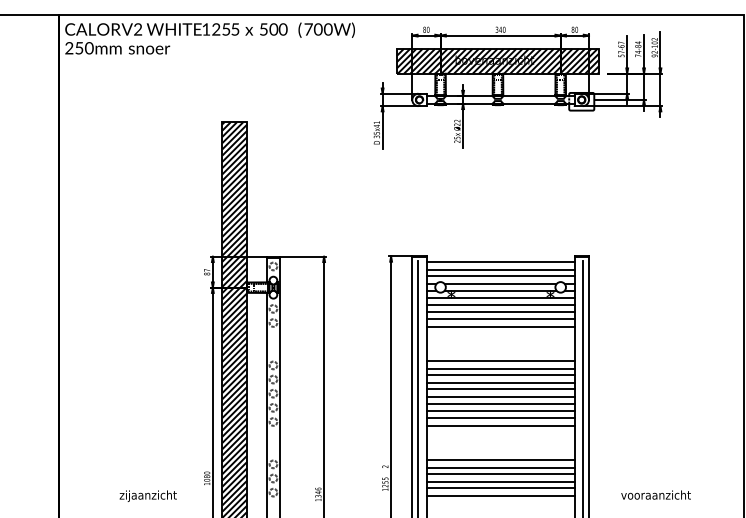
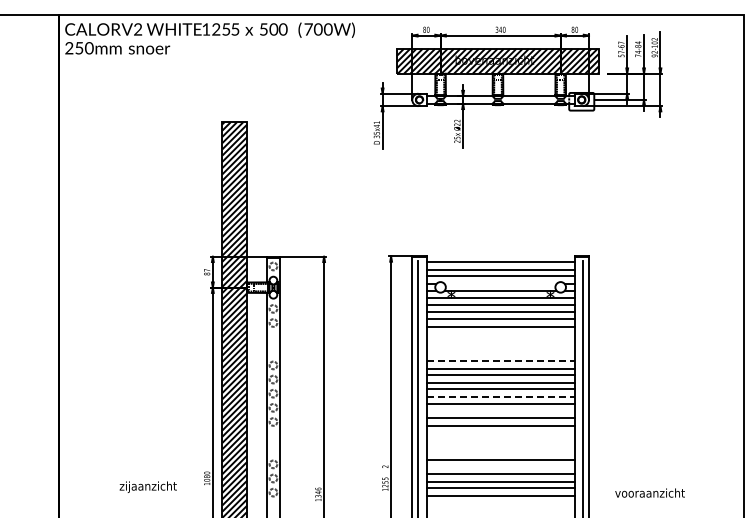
line at (500, 284): present -> none
line at (500, 361): solid -> dashed
line at (500, 397): solid -> dashed
line at (500, 411): present -> none
line at (500, 467): present -> none
text at (655, 494) position: (655, 494) -> (649, 492)
text at (147, 495) position: (147, 495) -> (147, 486)
